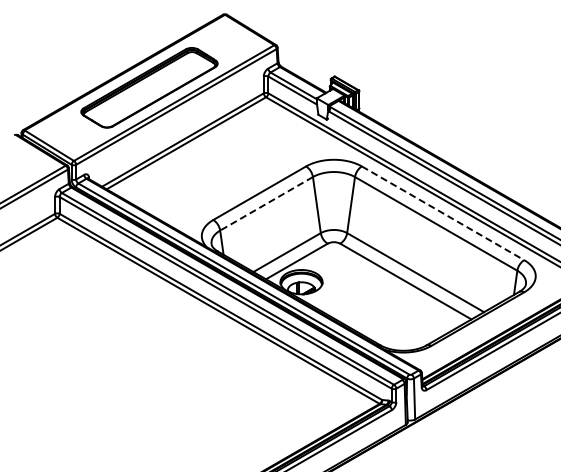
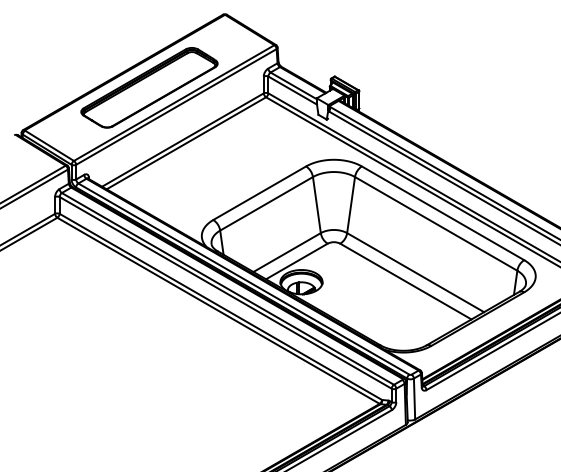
line at (266, 203): dashed -> solid
line at (443, 213): dashed -> solid
